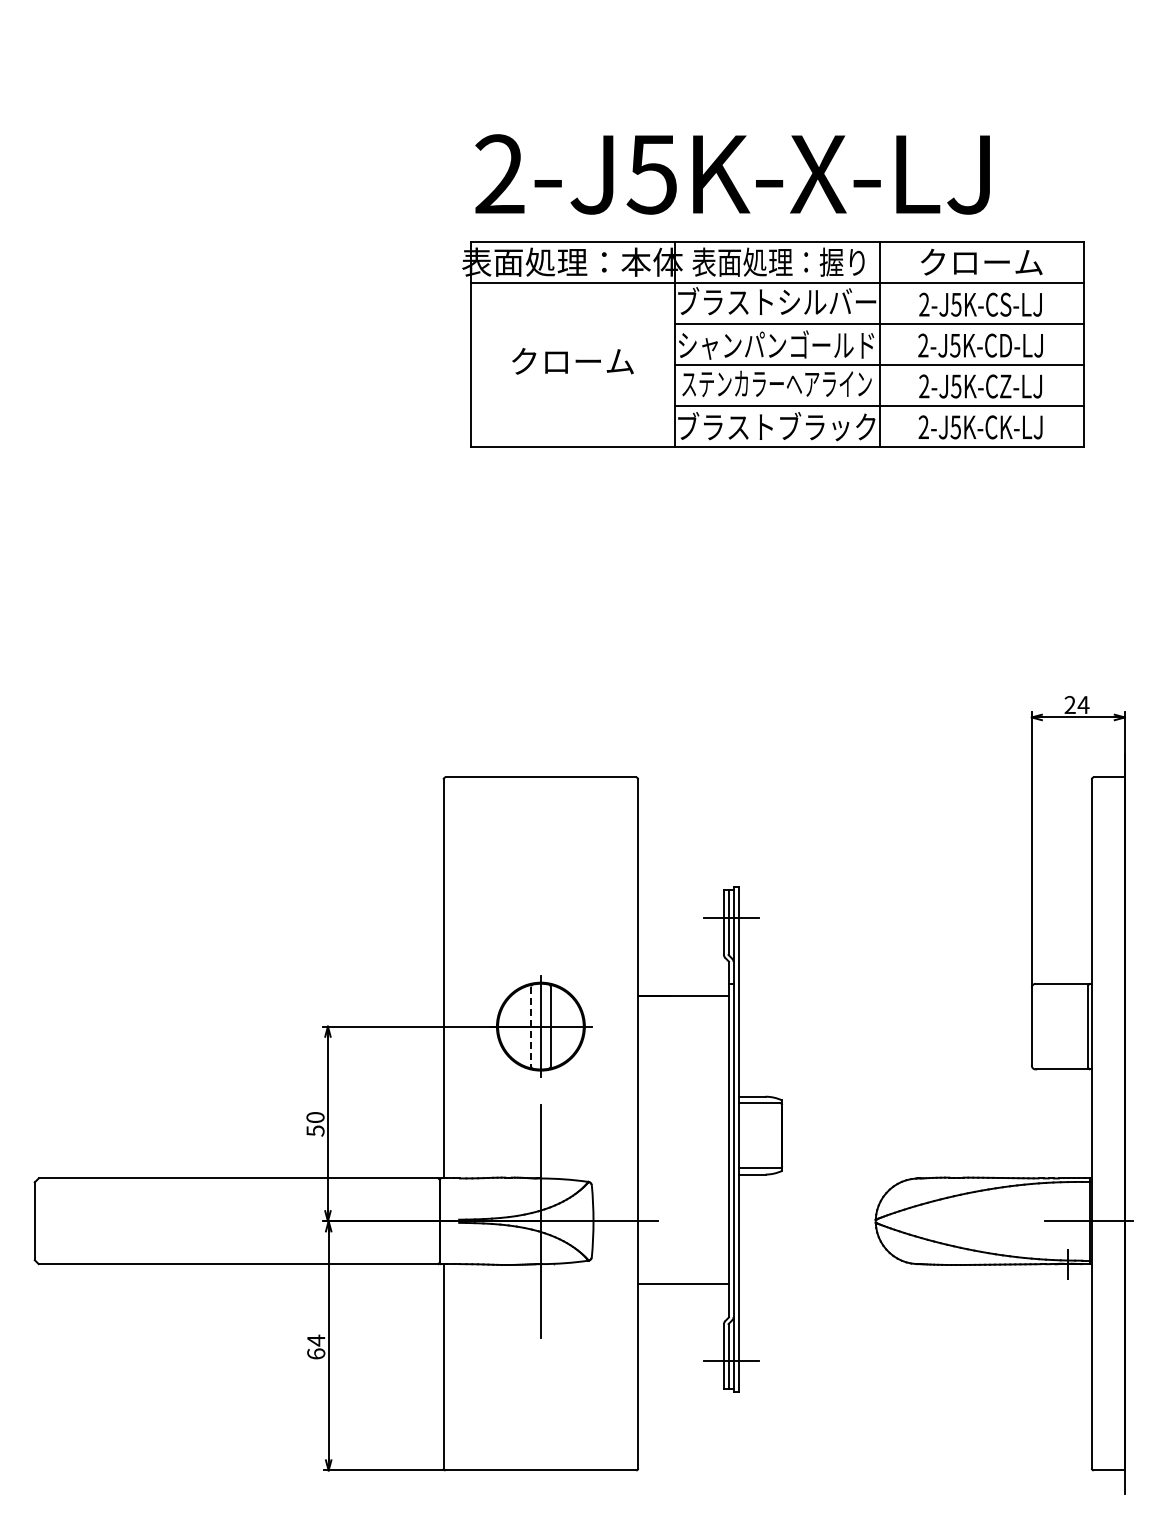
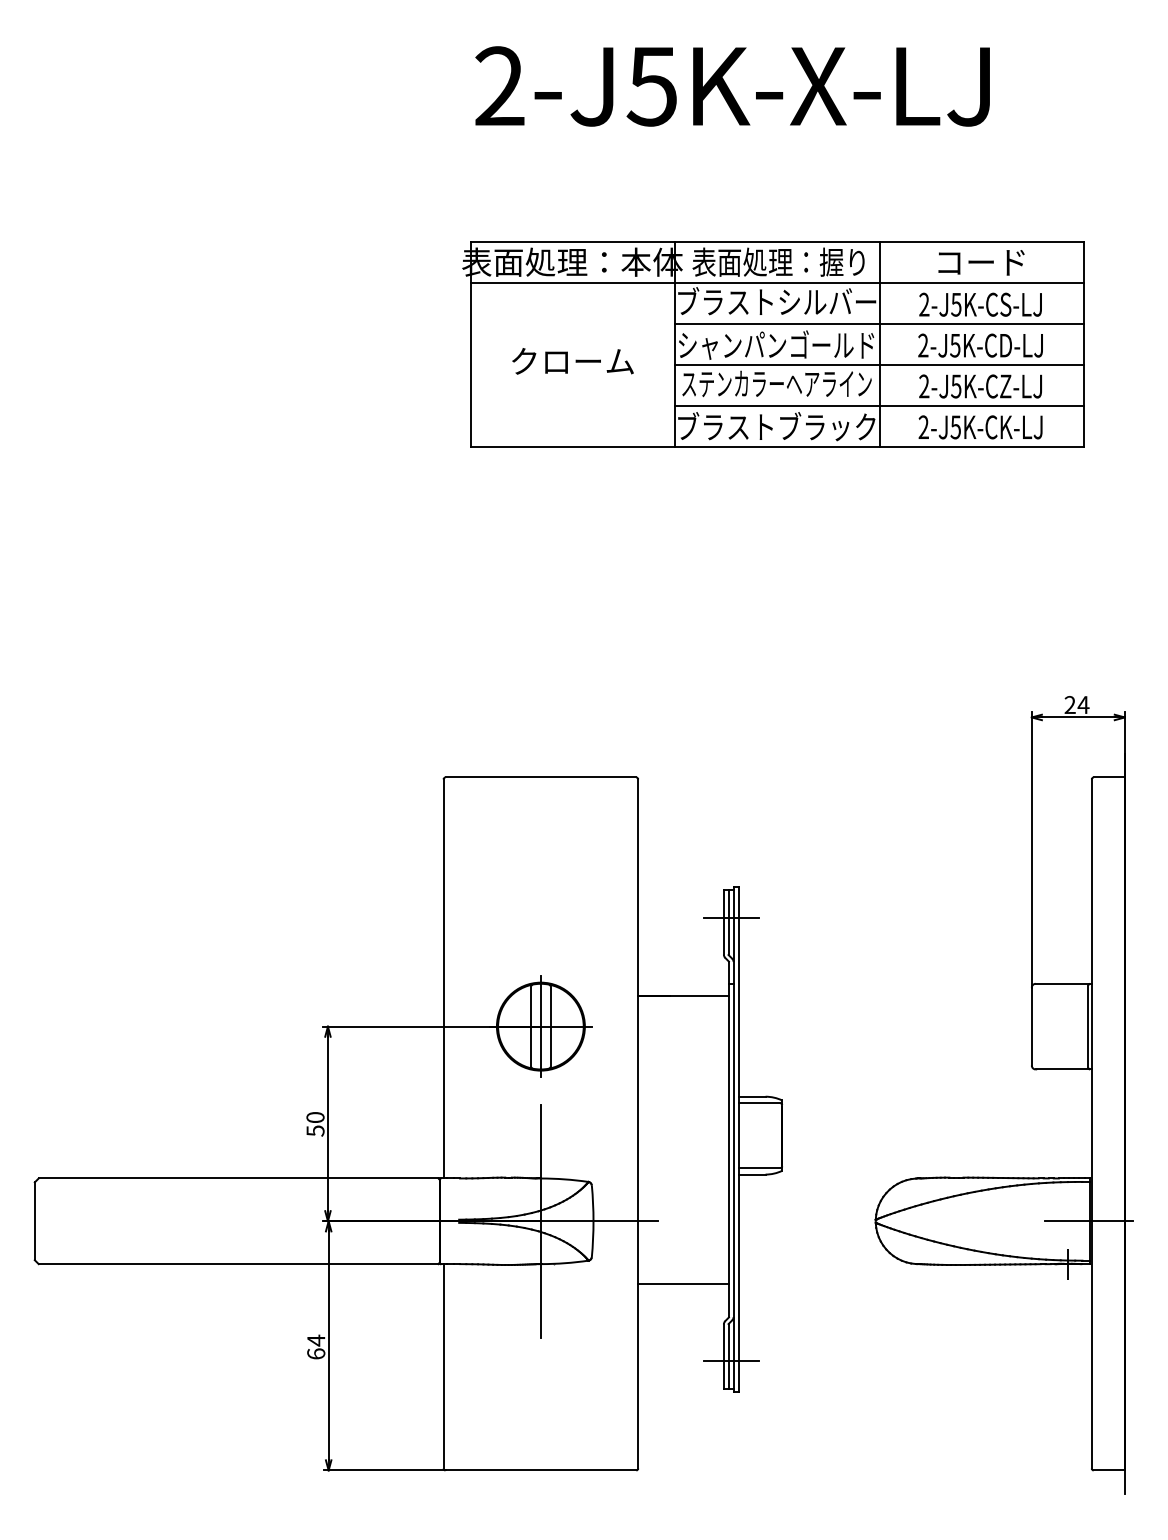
text at (732, 174) position: (732, 174) -> (732, 86)
text at (981, 261): クローム -> コード
line at (531, 1027): dashed -> solid
